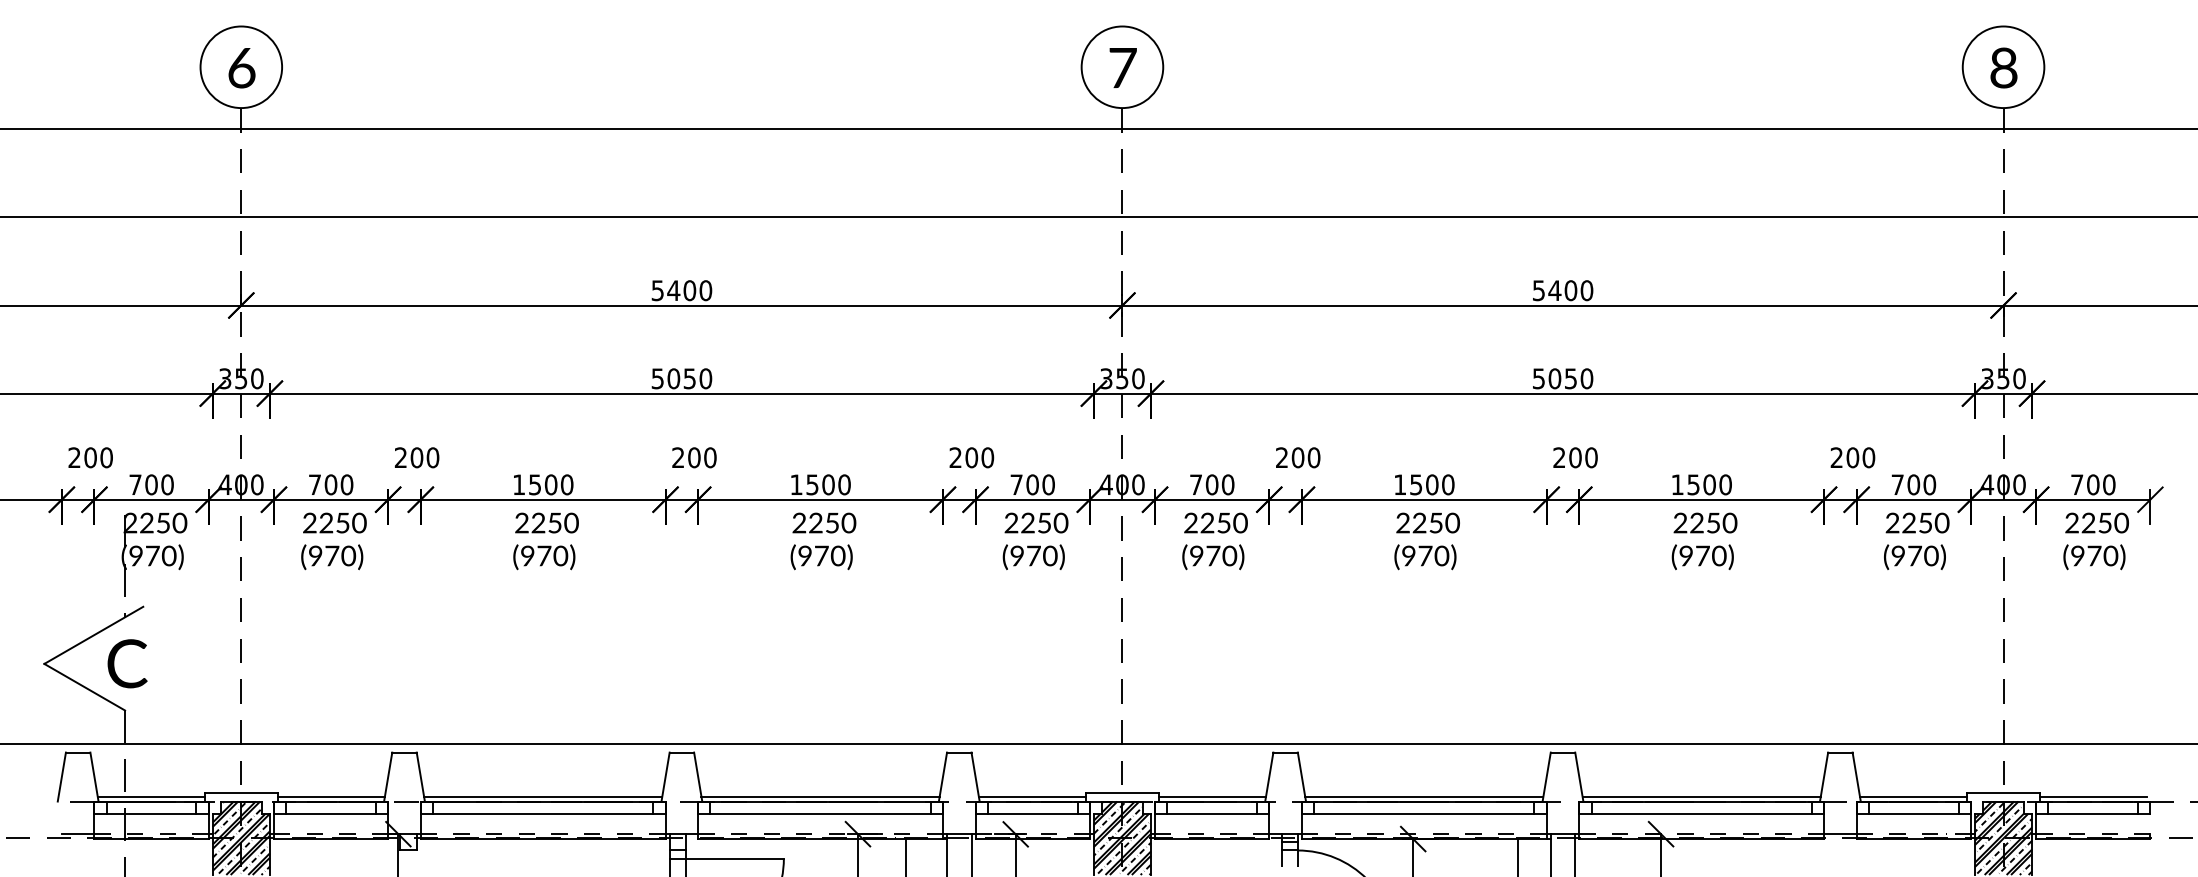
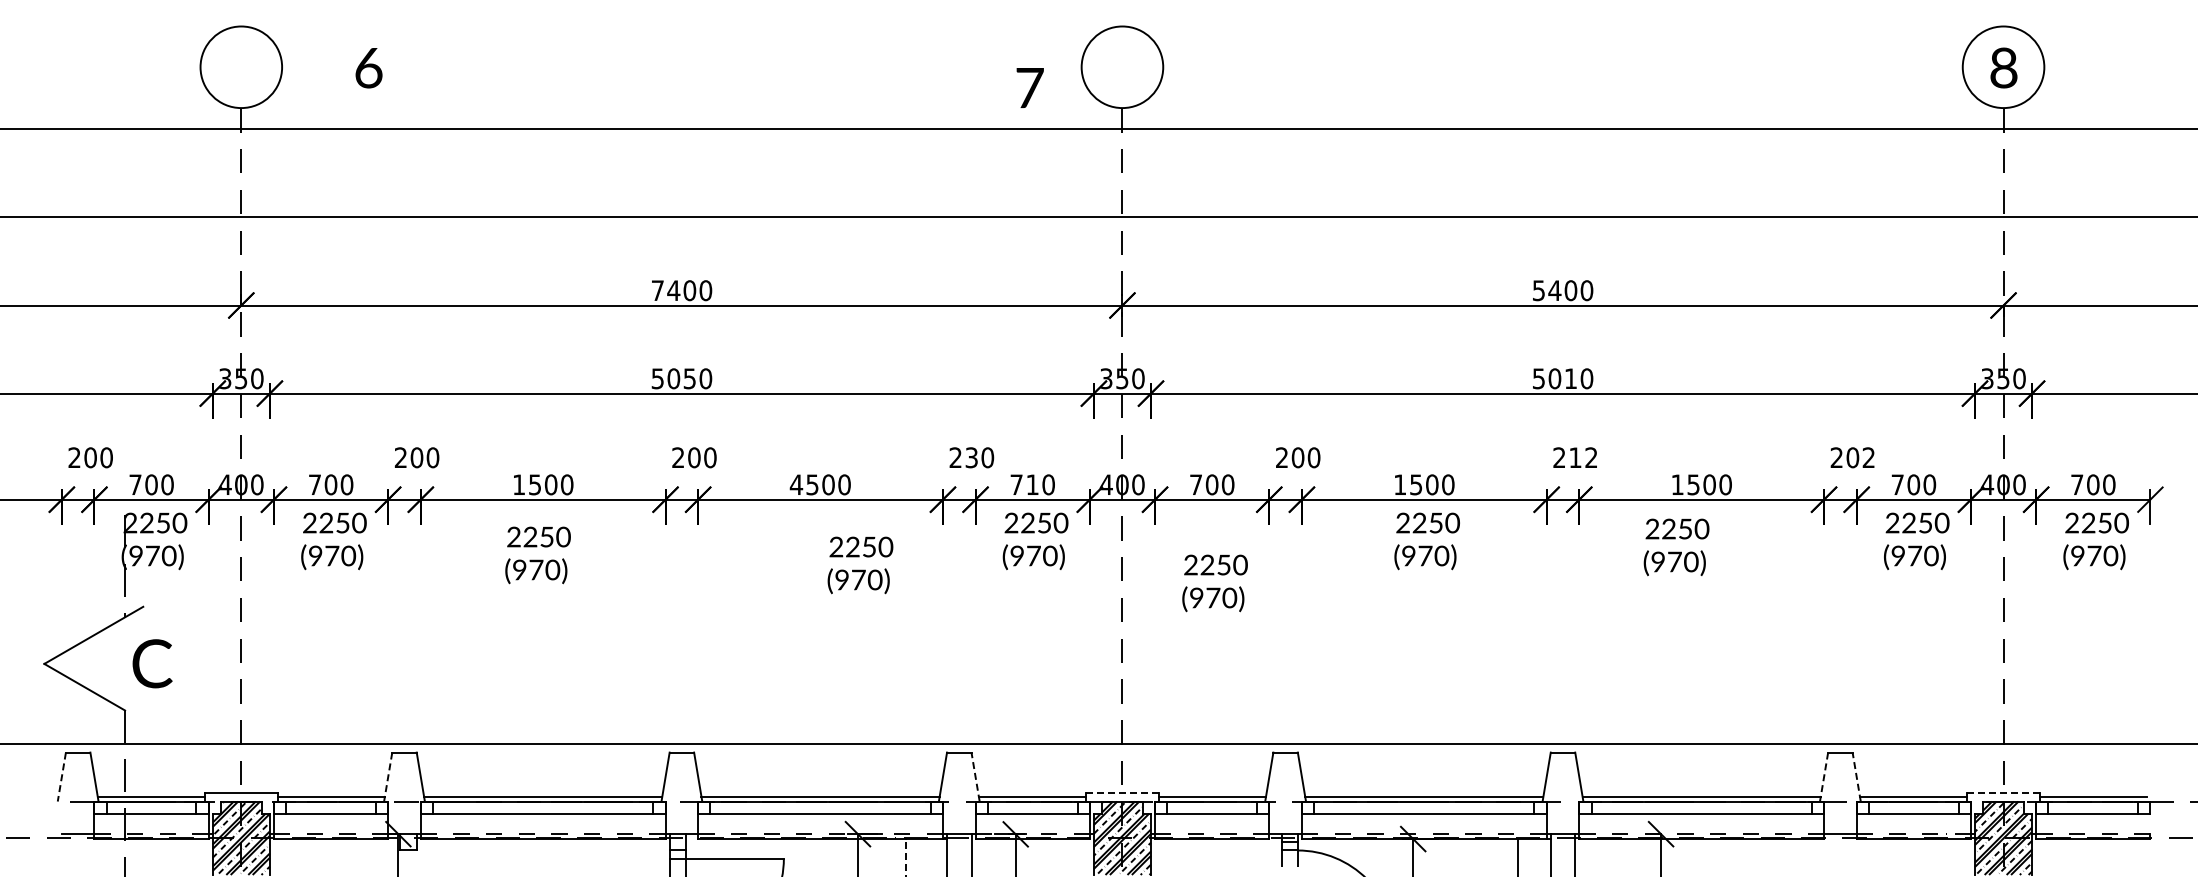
text at (1122, 67) position: (1122, 67) -> (1029, 87)
text at (241, 68) position: (241, 68) -> (368, 68)
text at (657, 290): 5400 -> 7400
text at (1570, 378): 5050 -> 5010
text at (971, 457): 200 -> 230
text at (1583, 457): 200 -> 212
text at (1868, 457): 200 -> 202
text at (796, 484): 1500 -> 4500
text at (1032, 484): 700 -> 710
text at (545, 541) position: (545, 541) -> (537, 555)
text at (823, 541) position: (823, 541) -> (860, 565)
text at (1214, 541) position: (1214, 541) -> (1214, 583)
text at (1704, 541) position: (1704, 541) -> (1676, 547)
text at (127, 663) position: (127, 663) -> (152, 663)
line at (61, 777): solid -> dashed
line at (388, 777): solid -> dashed
line at (975, 777): solid -> dashed
line at (1824, 777): solid -> dashed
line at (1856, 777): solid -> dashed
line at (1122, 793): solid -> dashed
line at (2003, 793): solid -> dashed
line at (906, 857): solid -> dashed
